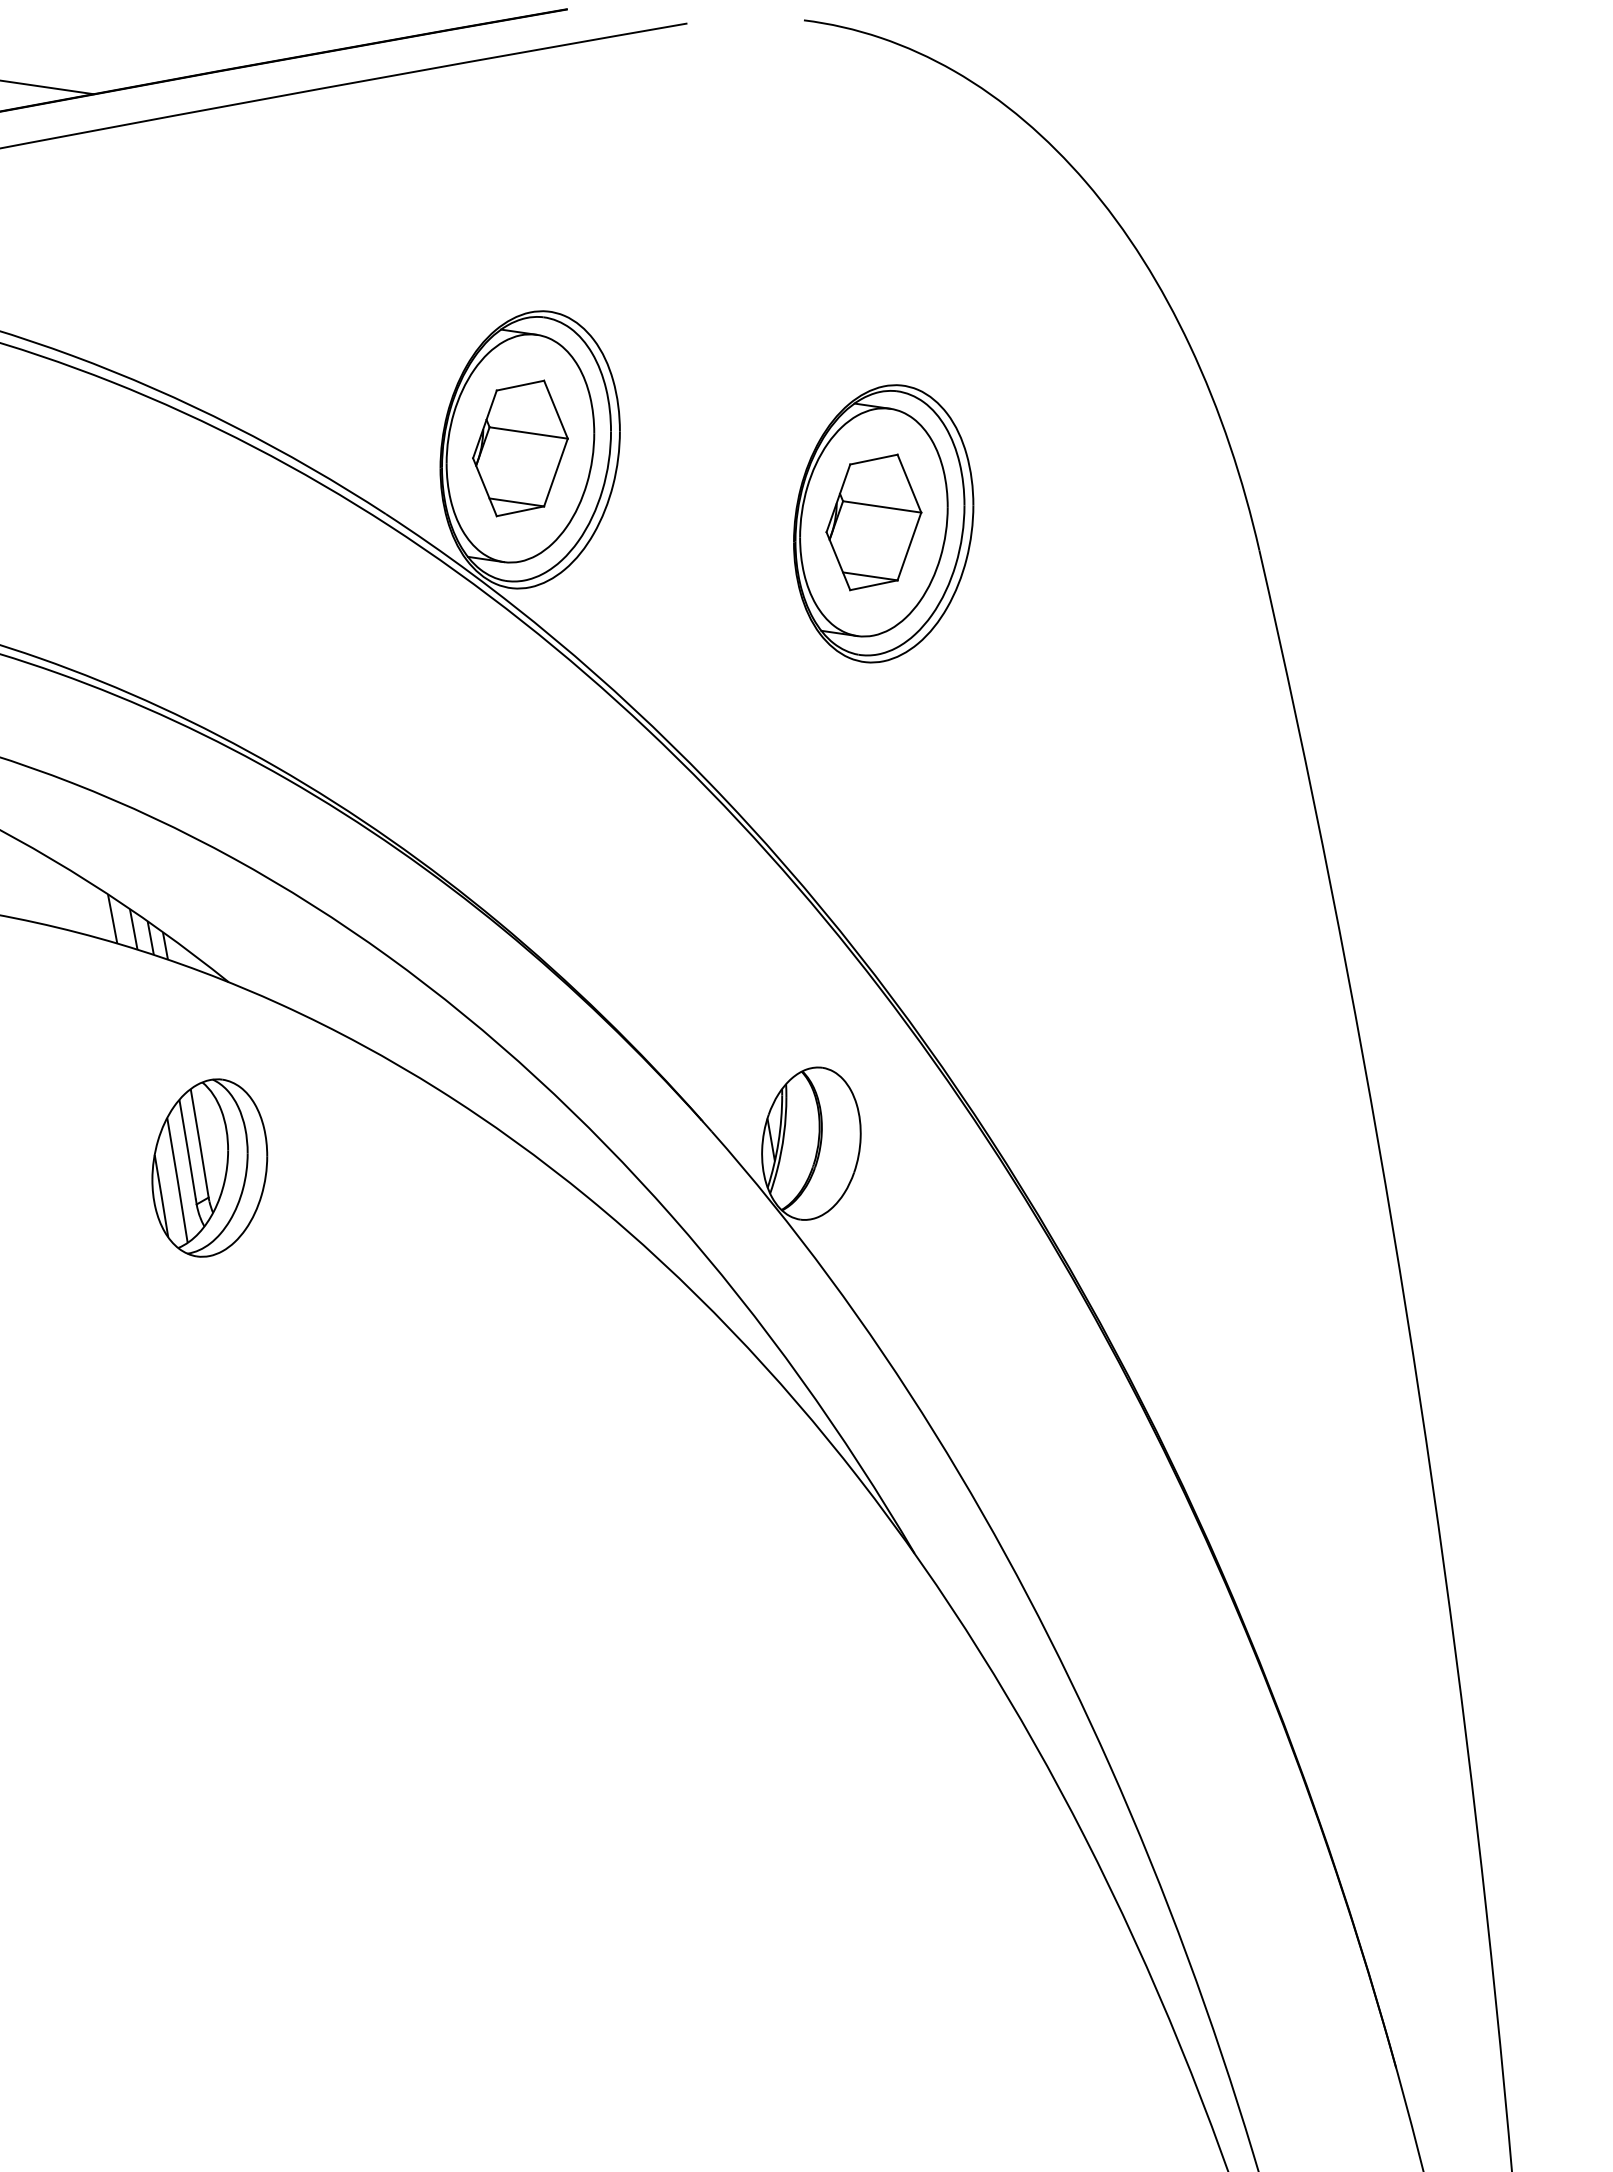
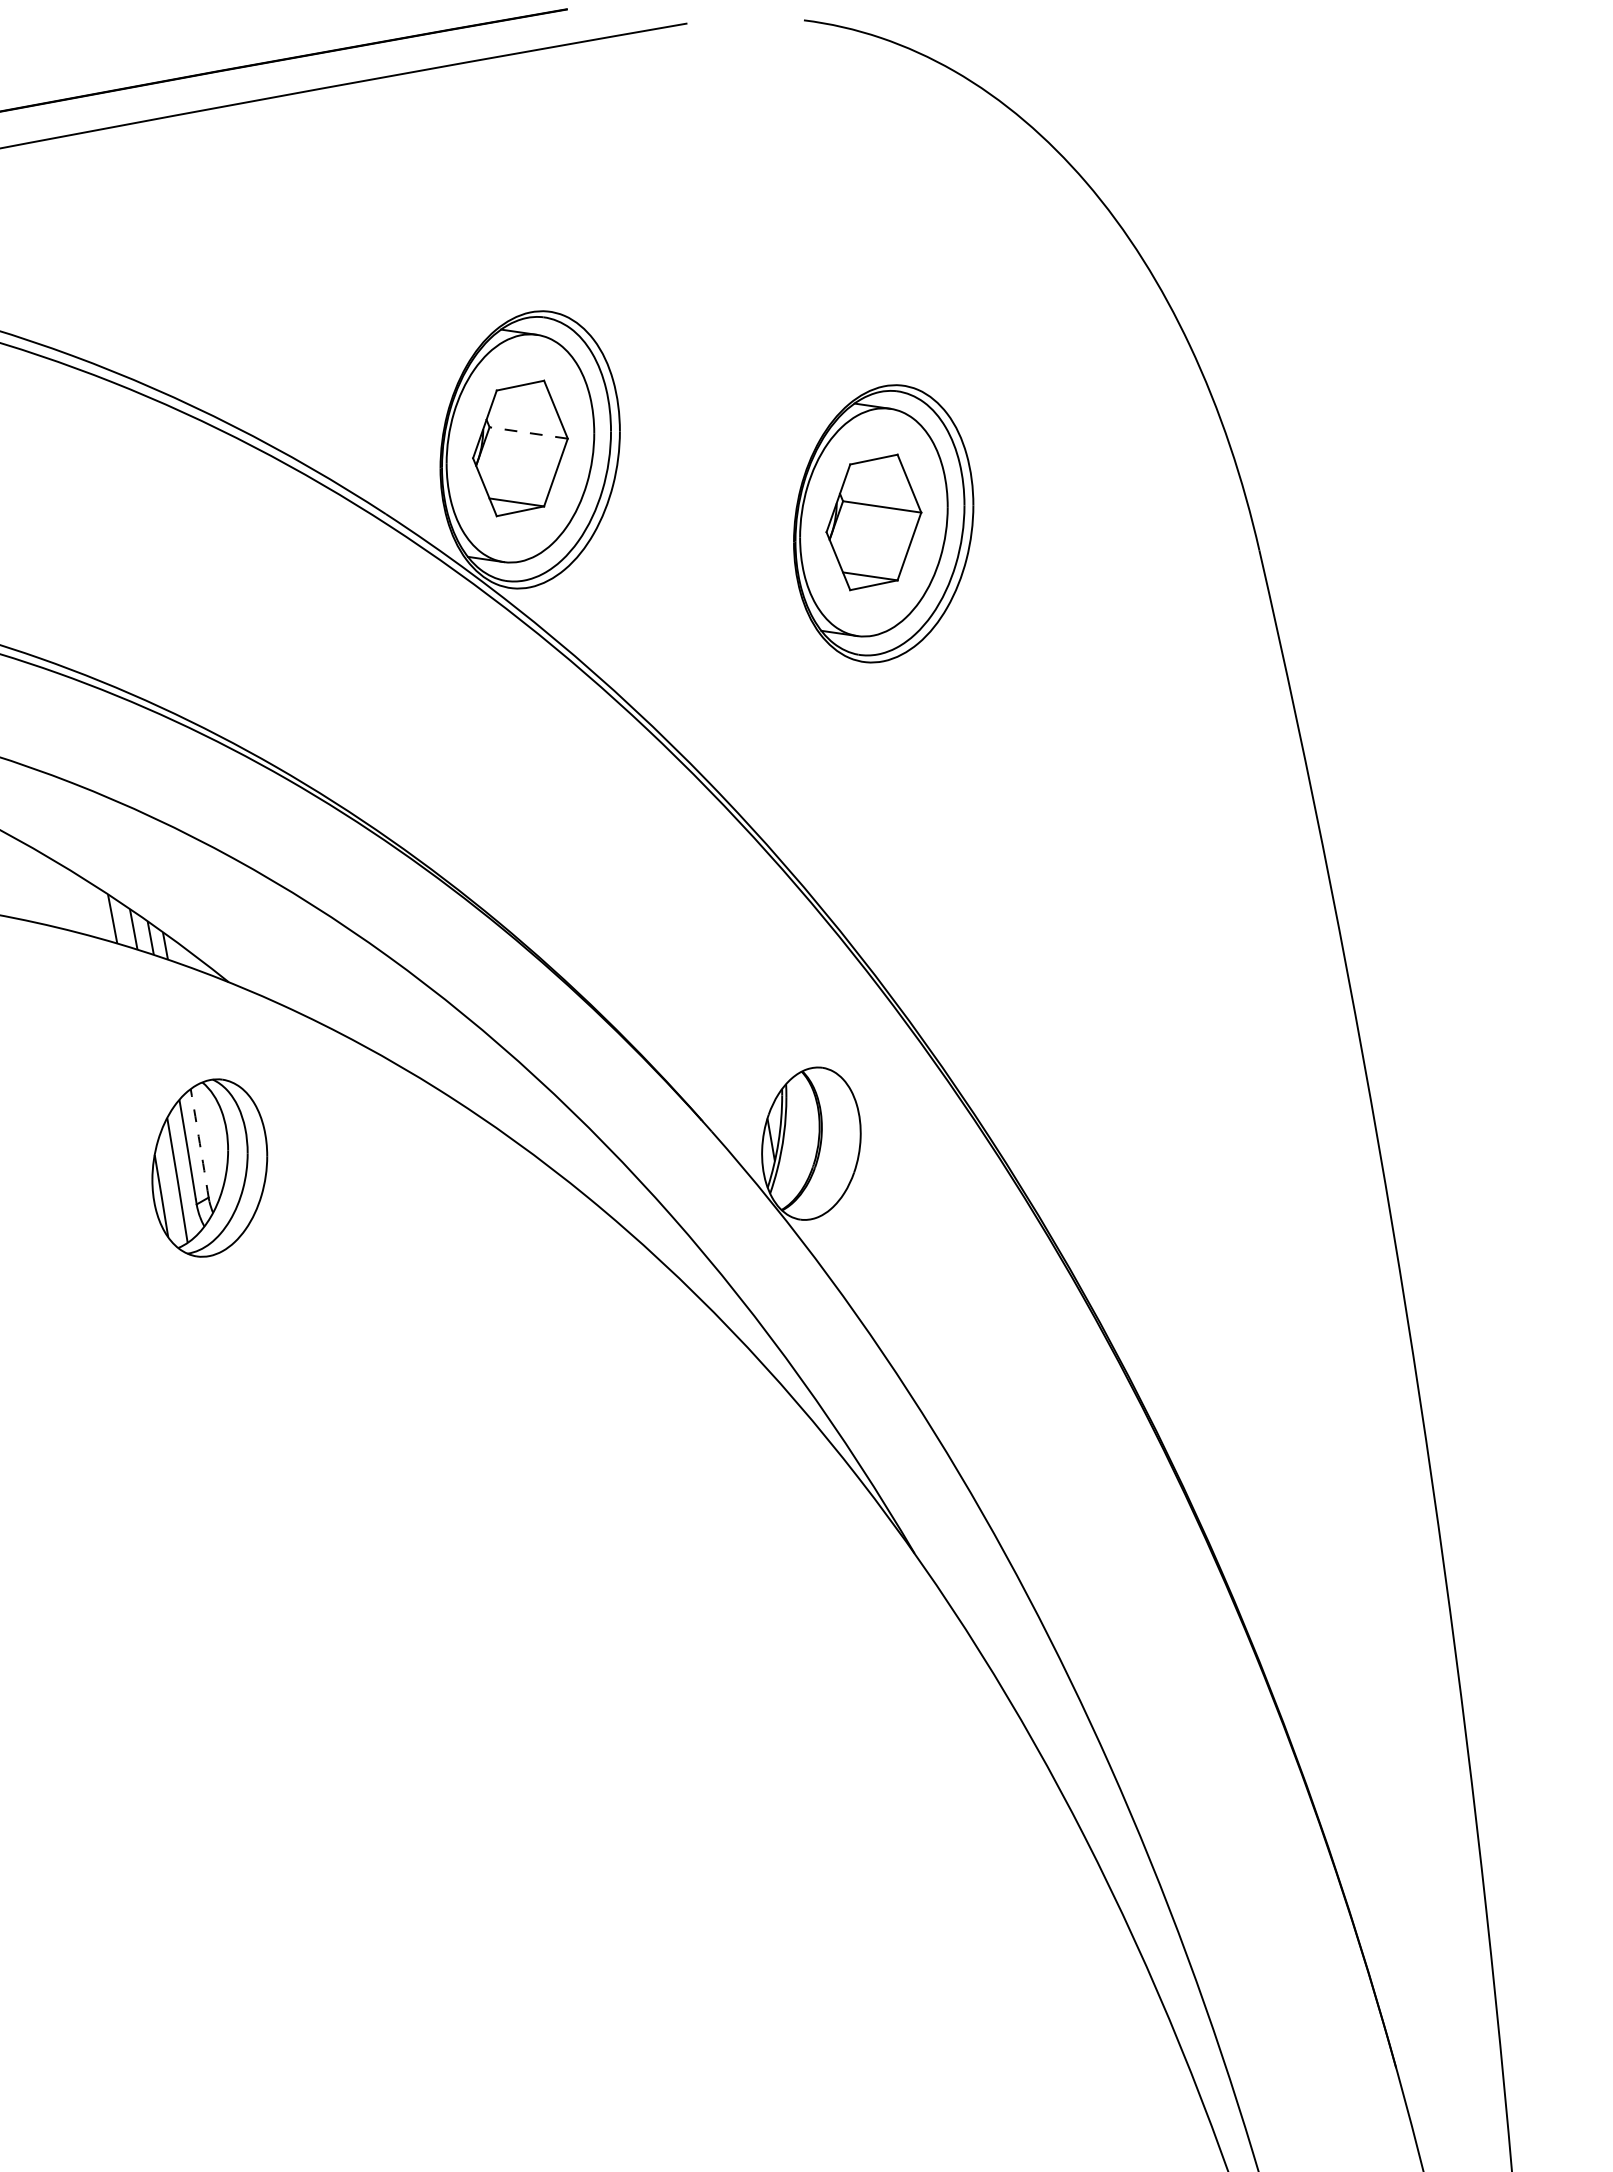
line at (47, 87): present -> none
line at (528, 432): solid -> dashed
arc at (199, 1143): solid -> dashed
